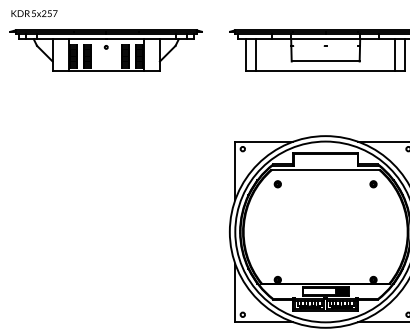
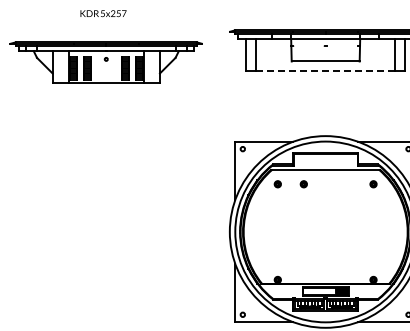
text at (34, 13) position: (34, 13) -> (103, 13)
part at (105, 50) position: (105, 50) -> (105, 62)
line at (326, 71): solid -> dashed
part at (303, 184): none -> present
